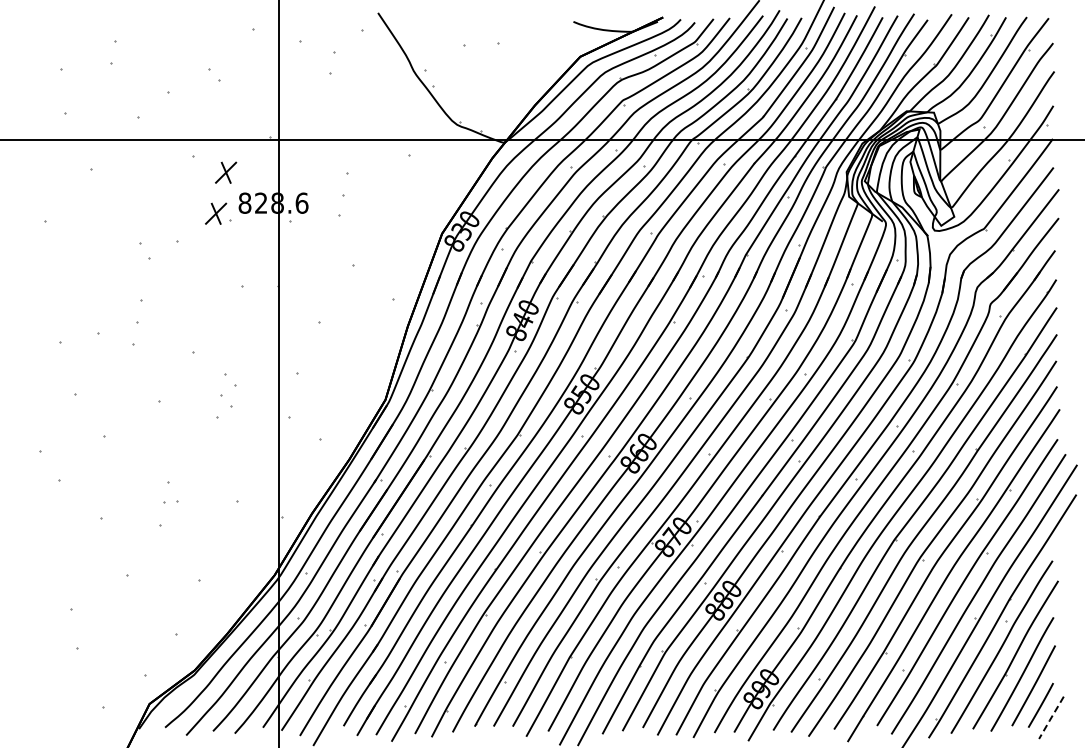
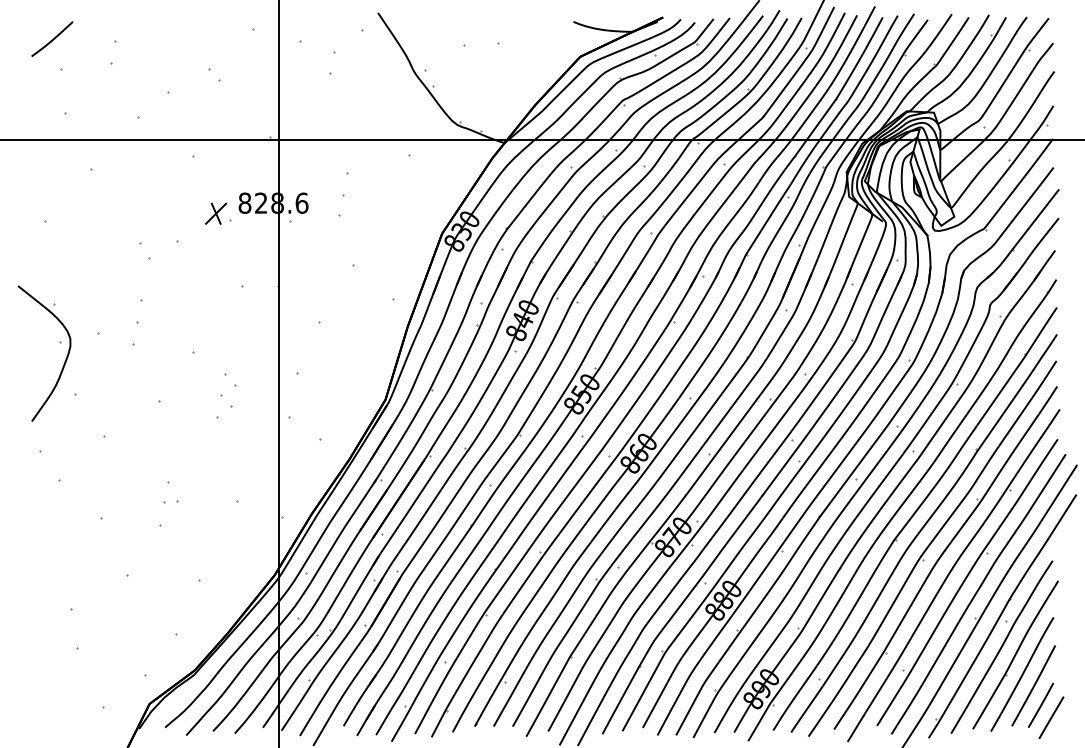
line at (53, 38): none -> present
part at (226, 172): present -> none
part at (64, 361): none -> present
line at (1051, 718): dashed -> solid
